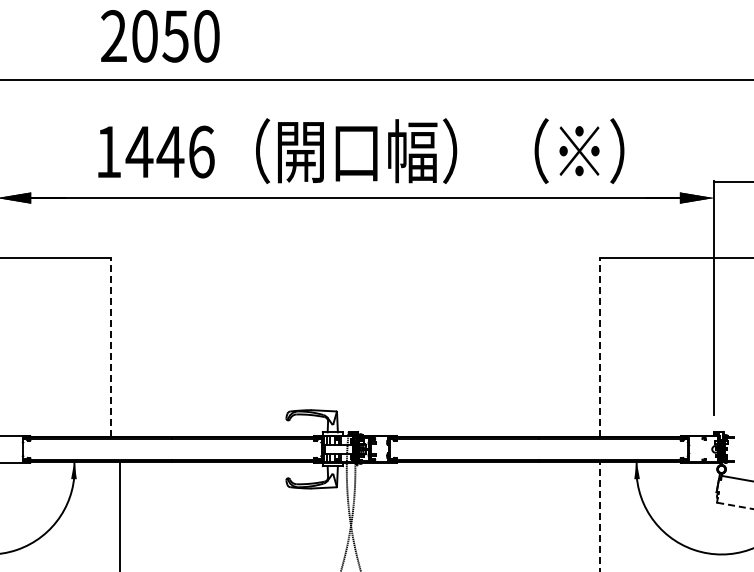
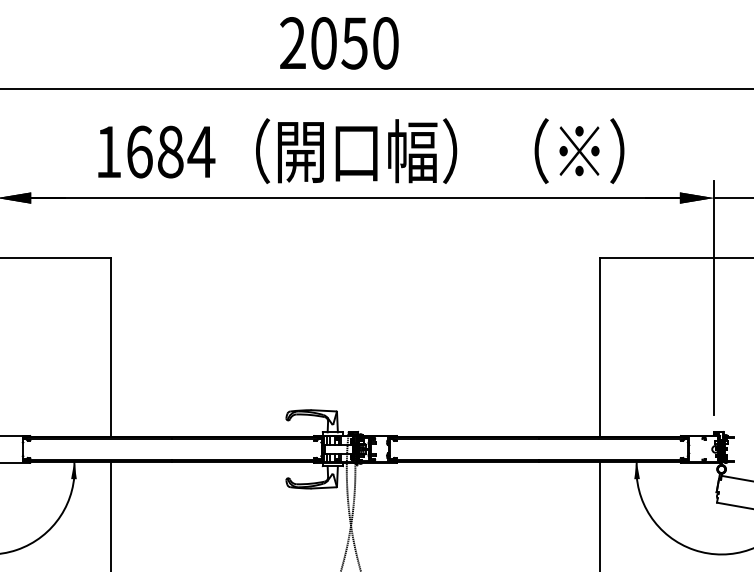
text at (160, 36) position: (160, 36) -> (339, 43)
line at (376, 80) position: (376, 80) -> (376, 89)
text at (170, 151): 1446 -> 1684
line at (731, 182) position: (731, 182) -> (731, 198)
line at (110, 346): dashed -> solid
line at (600, 346): dashed -> solid
line at (735, 505): dashed -> solid
line at (119, 515) position: (119, 515) -> (110, 515)
line at (600, 516): dashed -> solid
